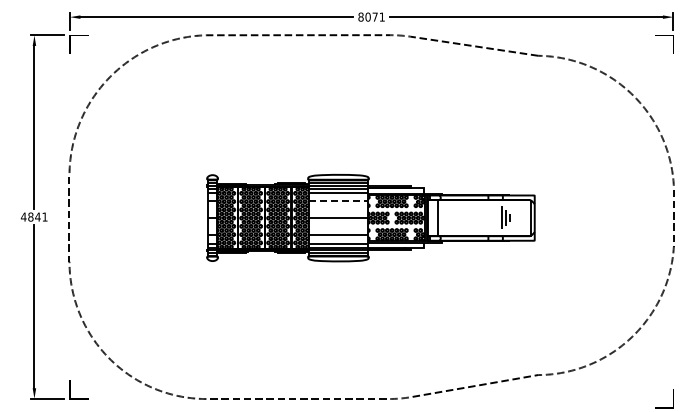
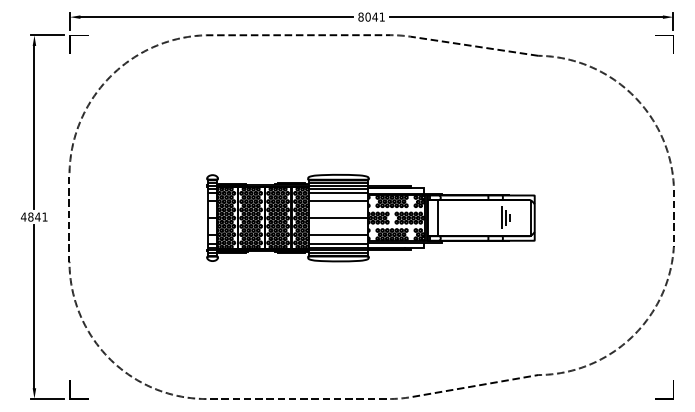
text at (374, 16): 8071 -> 8041
line at (338, 200): dashed -> solid
part at (673, 398) position: (673, 398) -> (673, 389)
